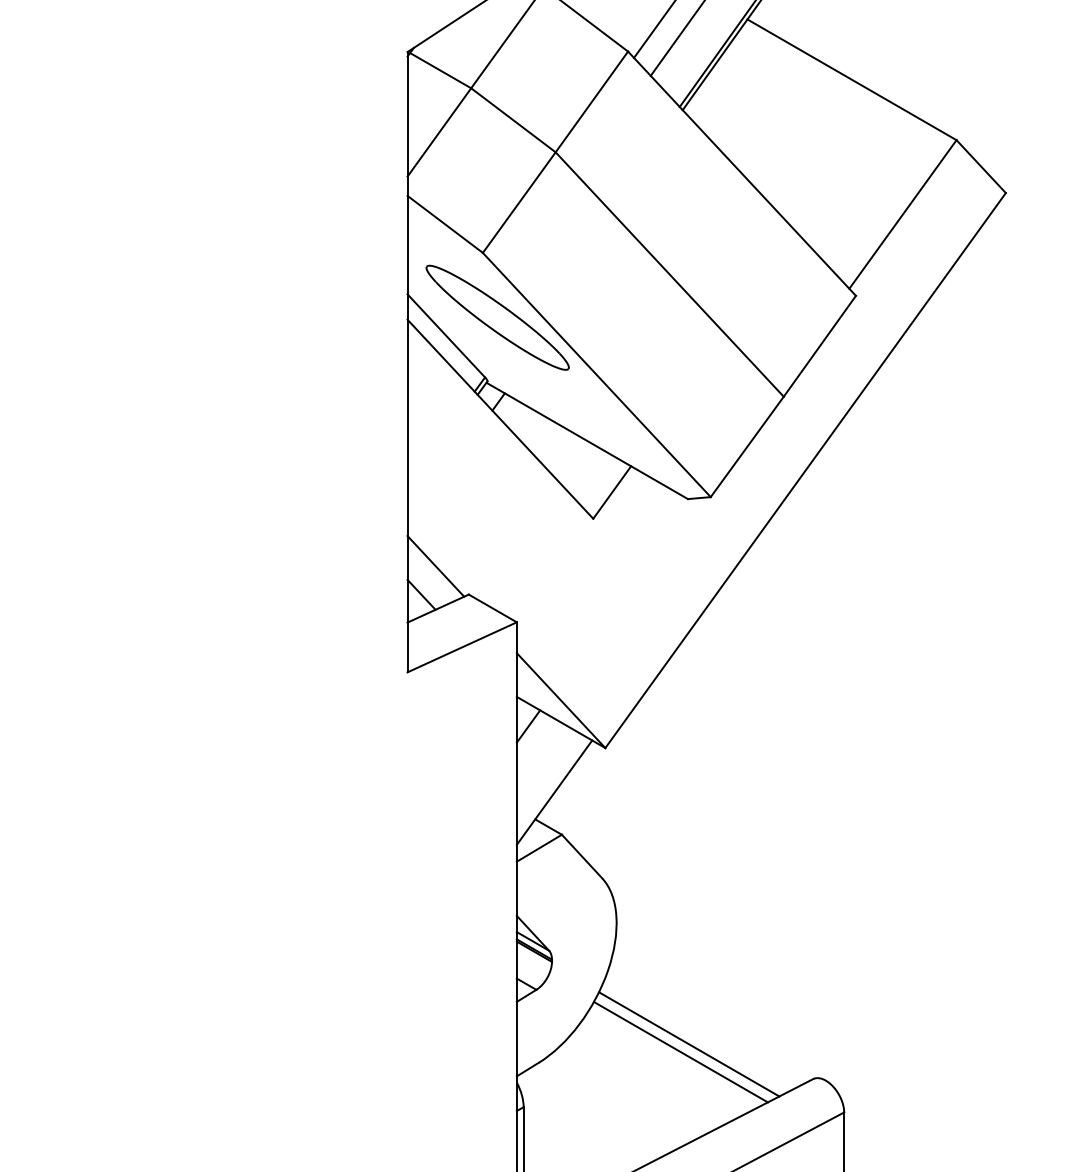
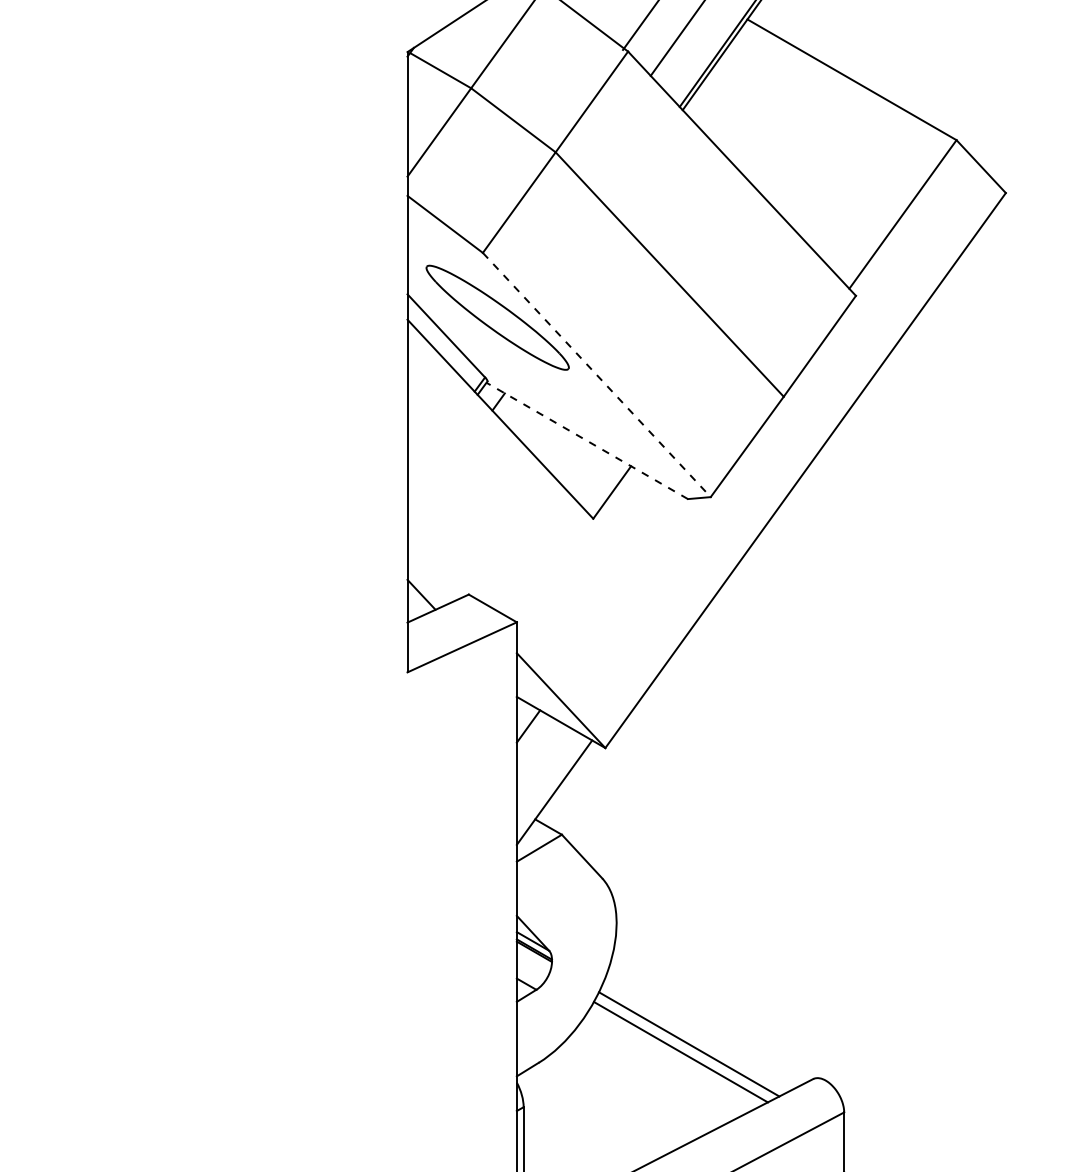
line at (653, 29) position: (653, 29) -> (640, 25)
line at (596, 375): solid -> dashed
line at (586, 440): solid -> dashed
line at (435, 566): present -> none
